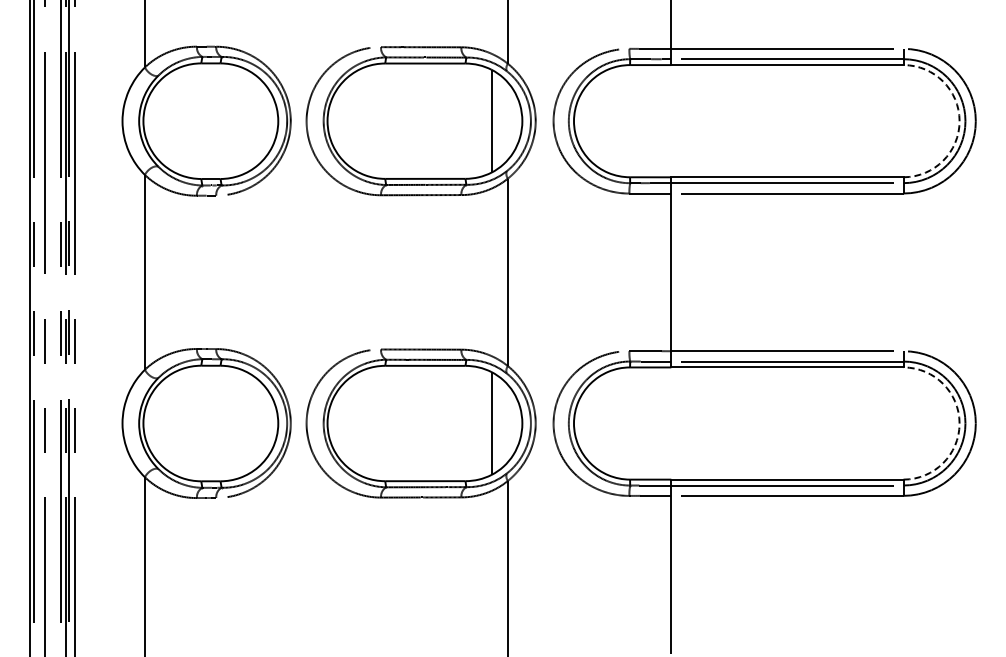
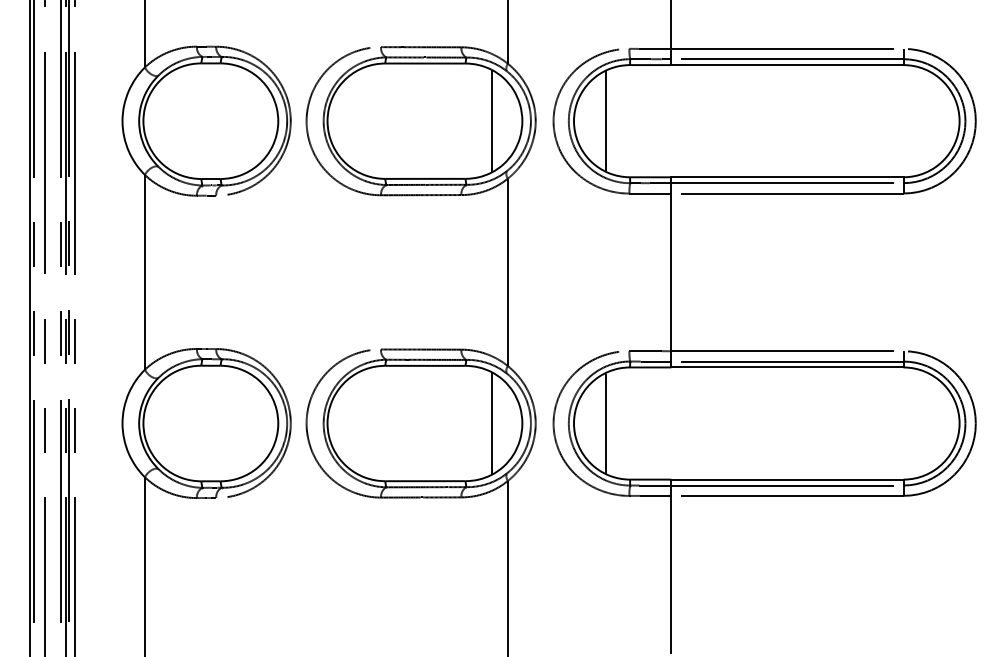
line at (606, 121): none -> present
arc at (959, 121): dashed -> solid
line at (606, 423): none -> present
arc at (959, 423): dashed -> solid
